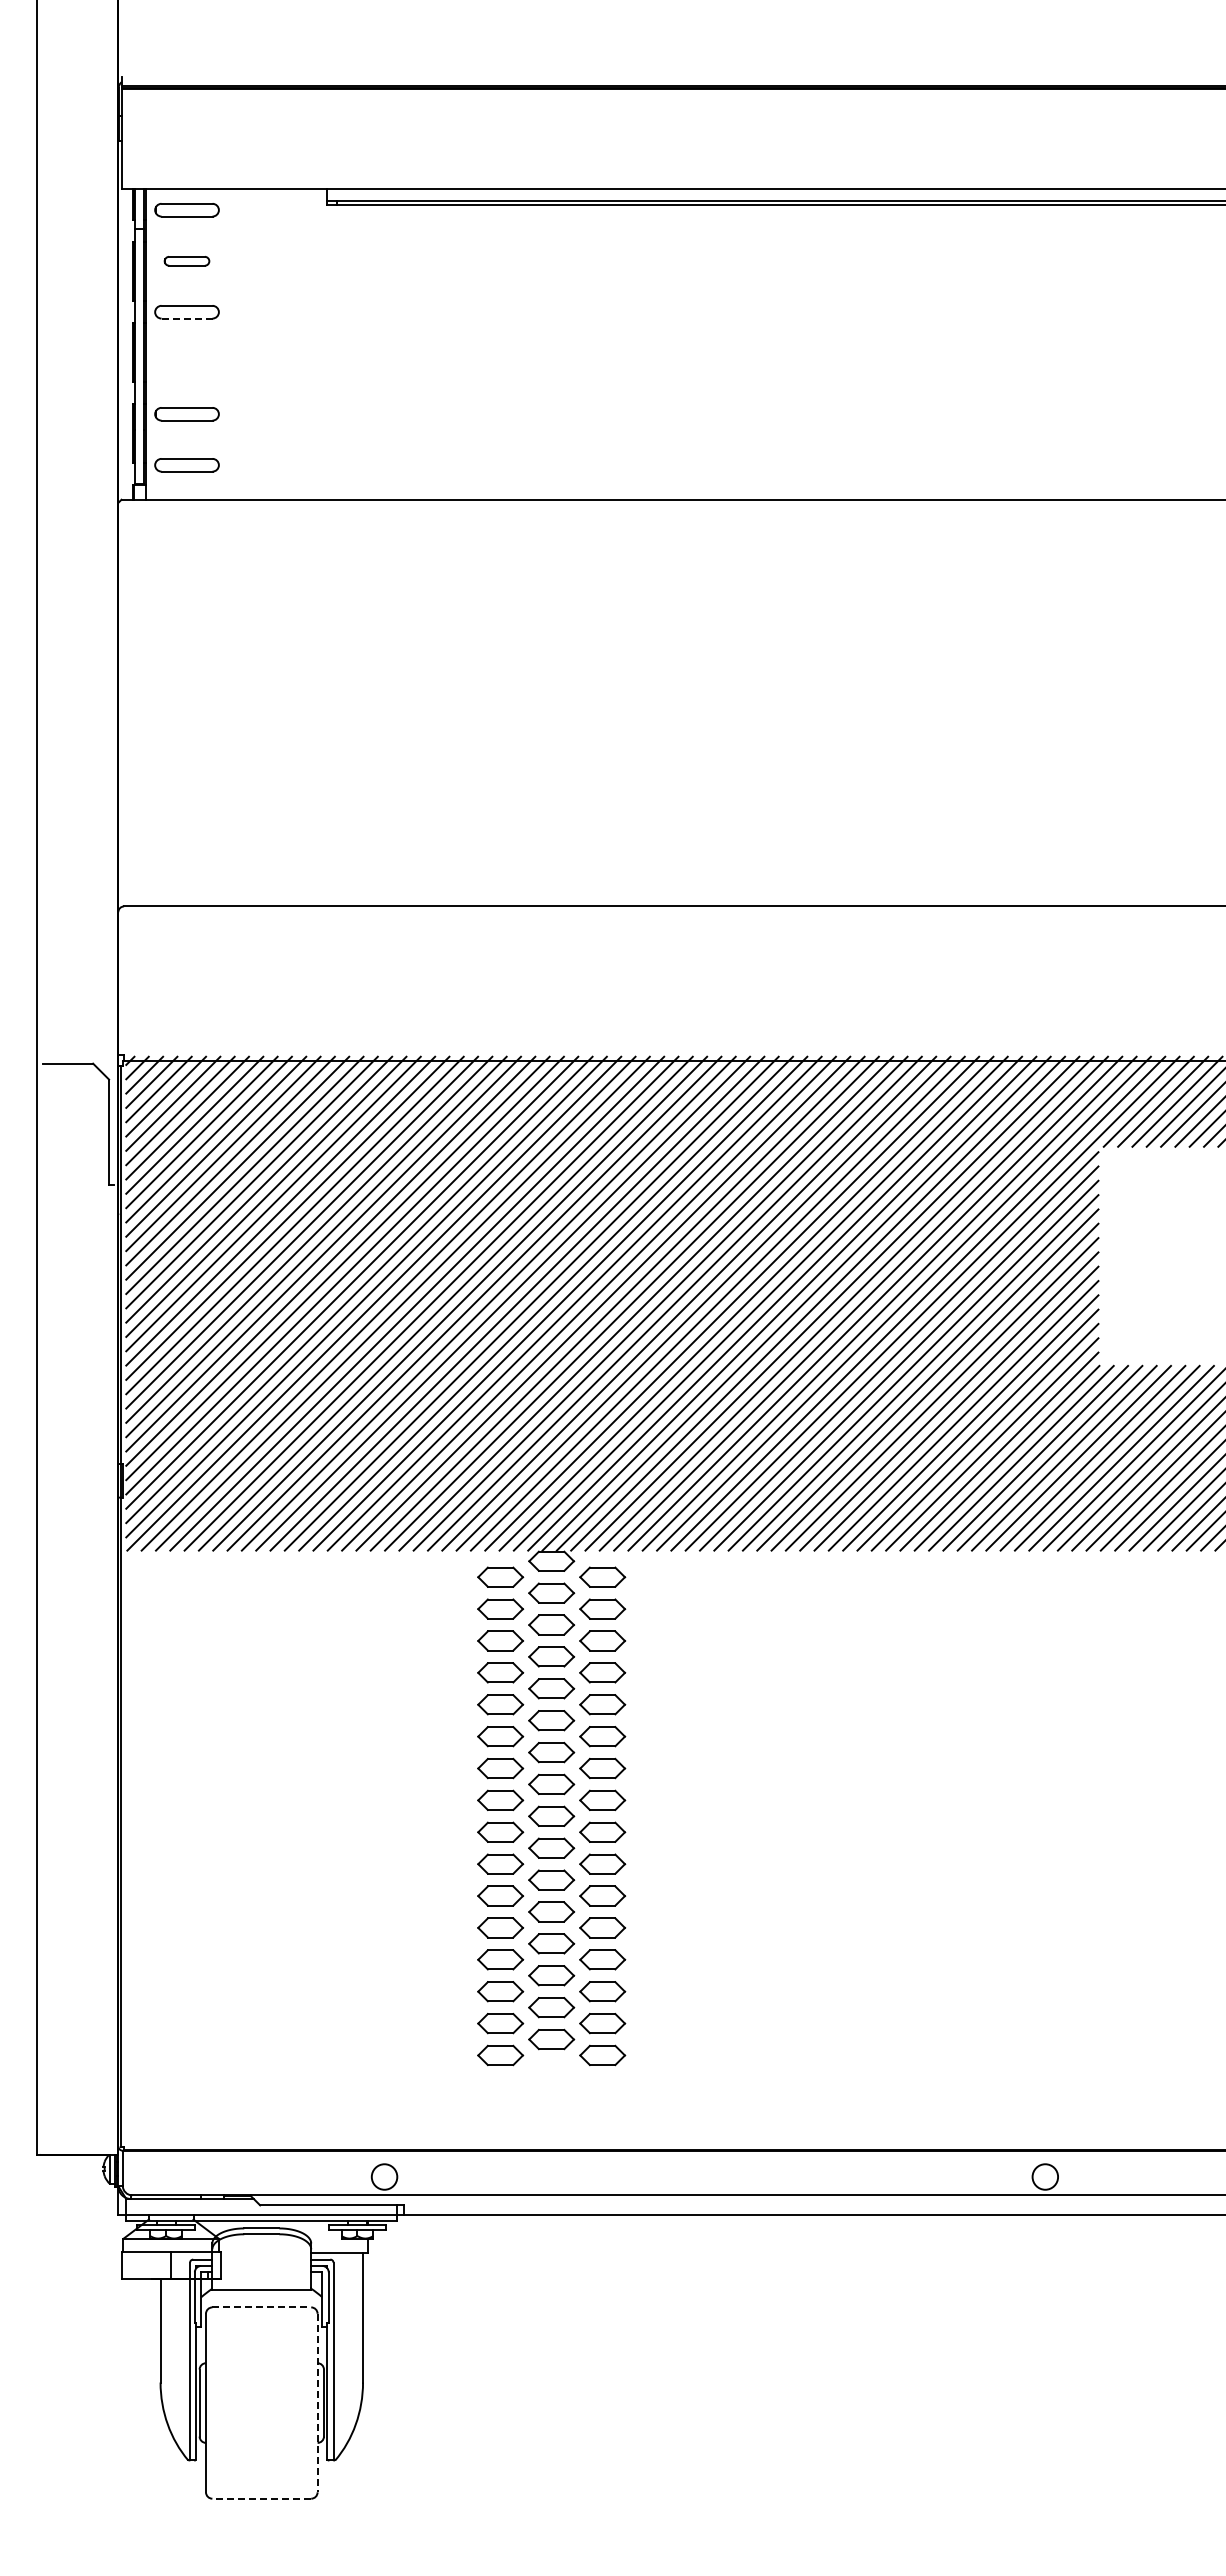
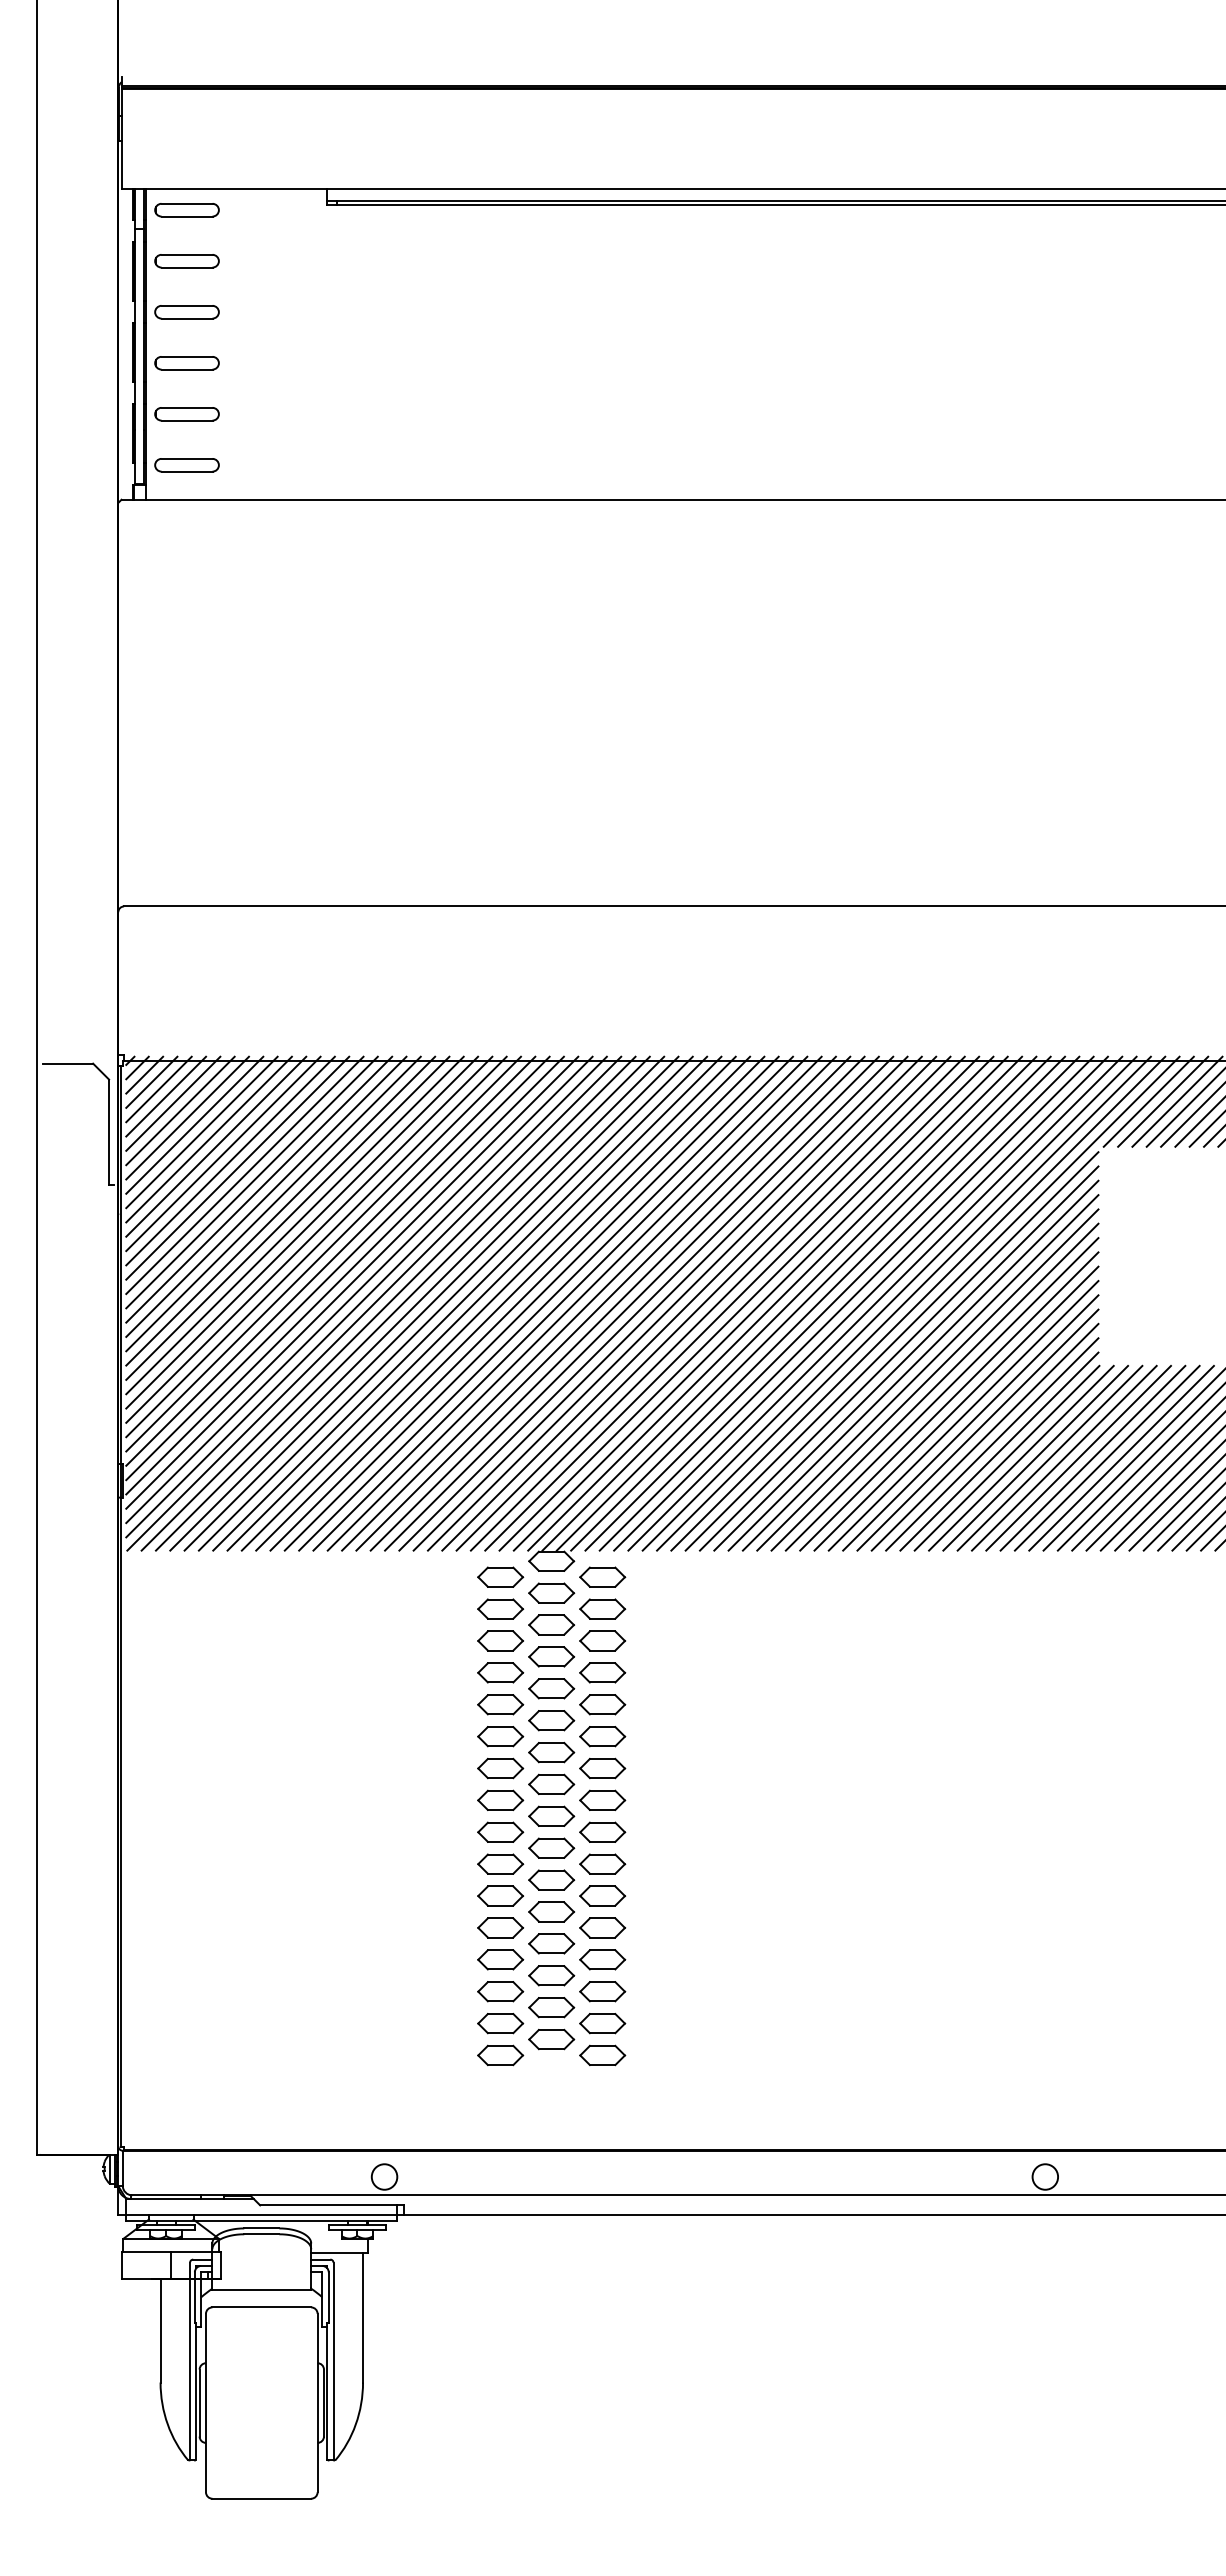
part at (186, 261) size: 48x11 px -> 66x15 px
line at (187, 318): dashed -> solid
part at (186, 363): none -> present
line at (262, 2307): dashed -> solid
line at (317, 2403): dashed -> solid
line at (261, 2498): dashed -> solid
